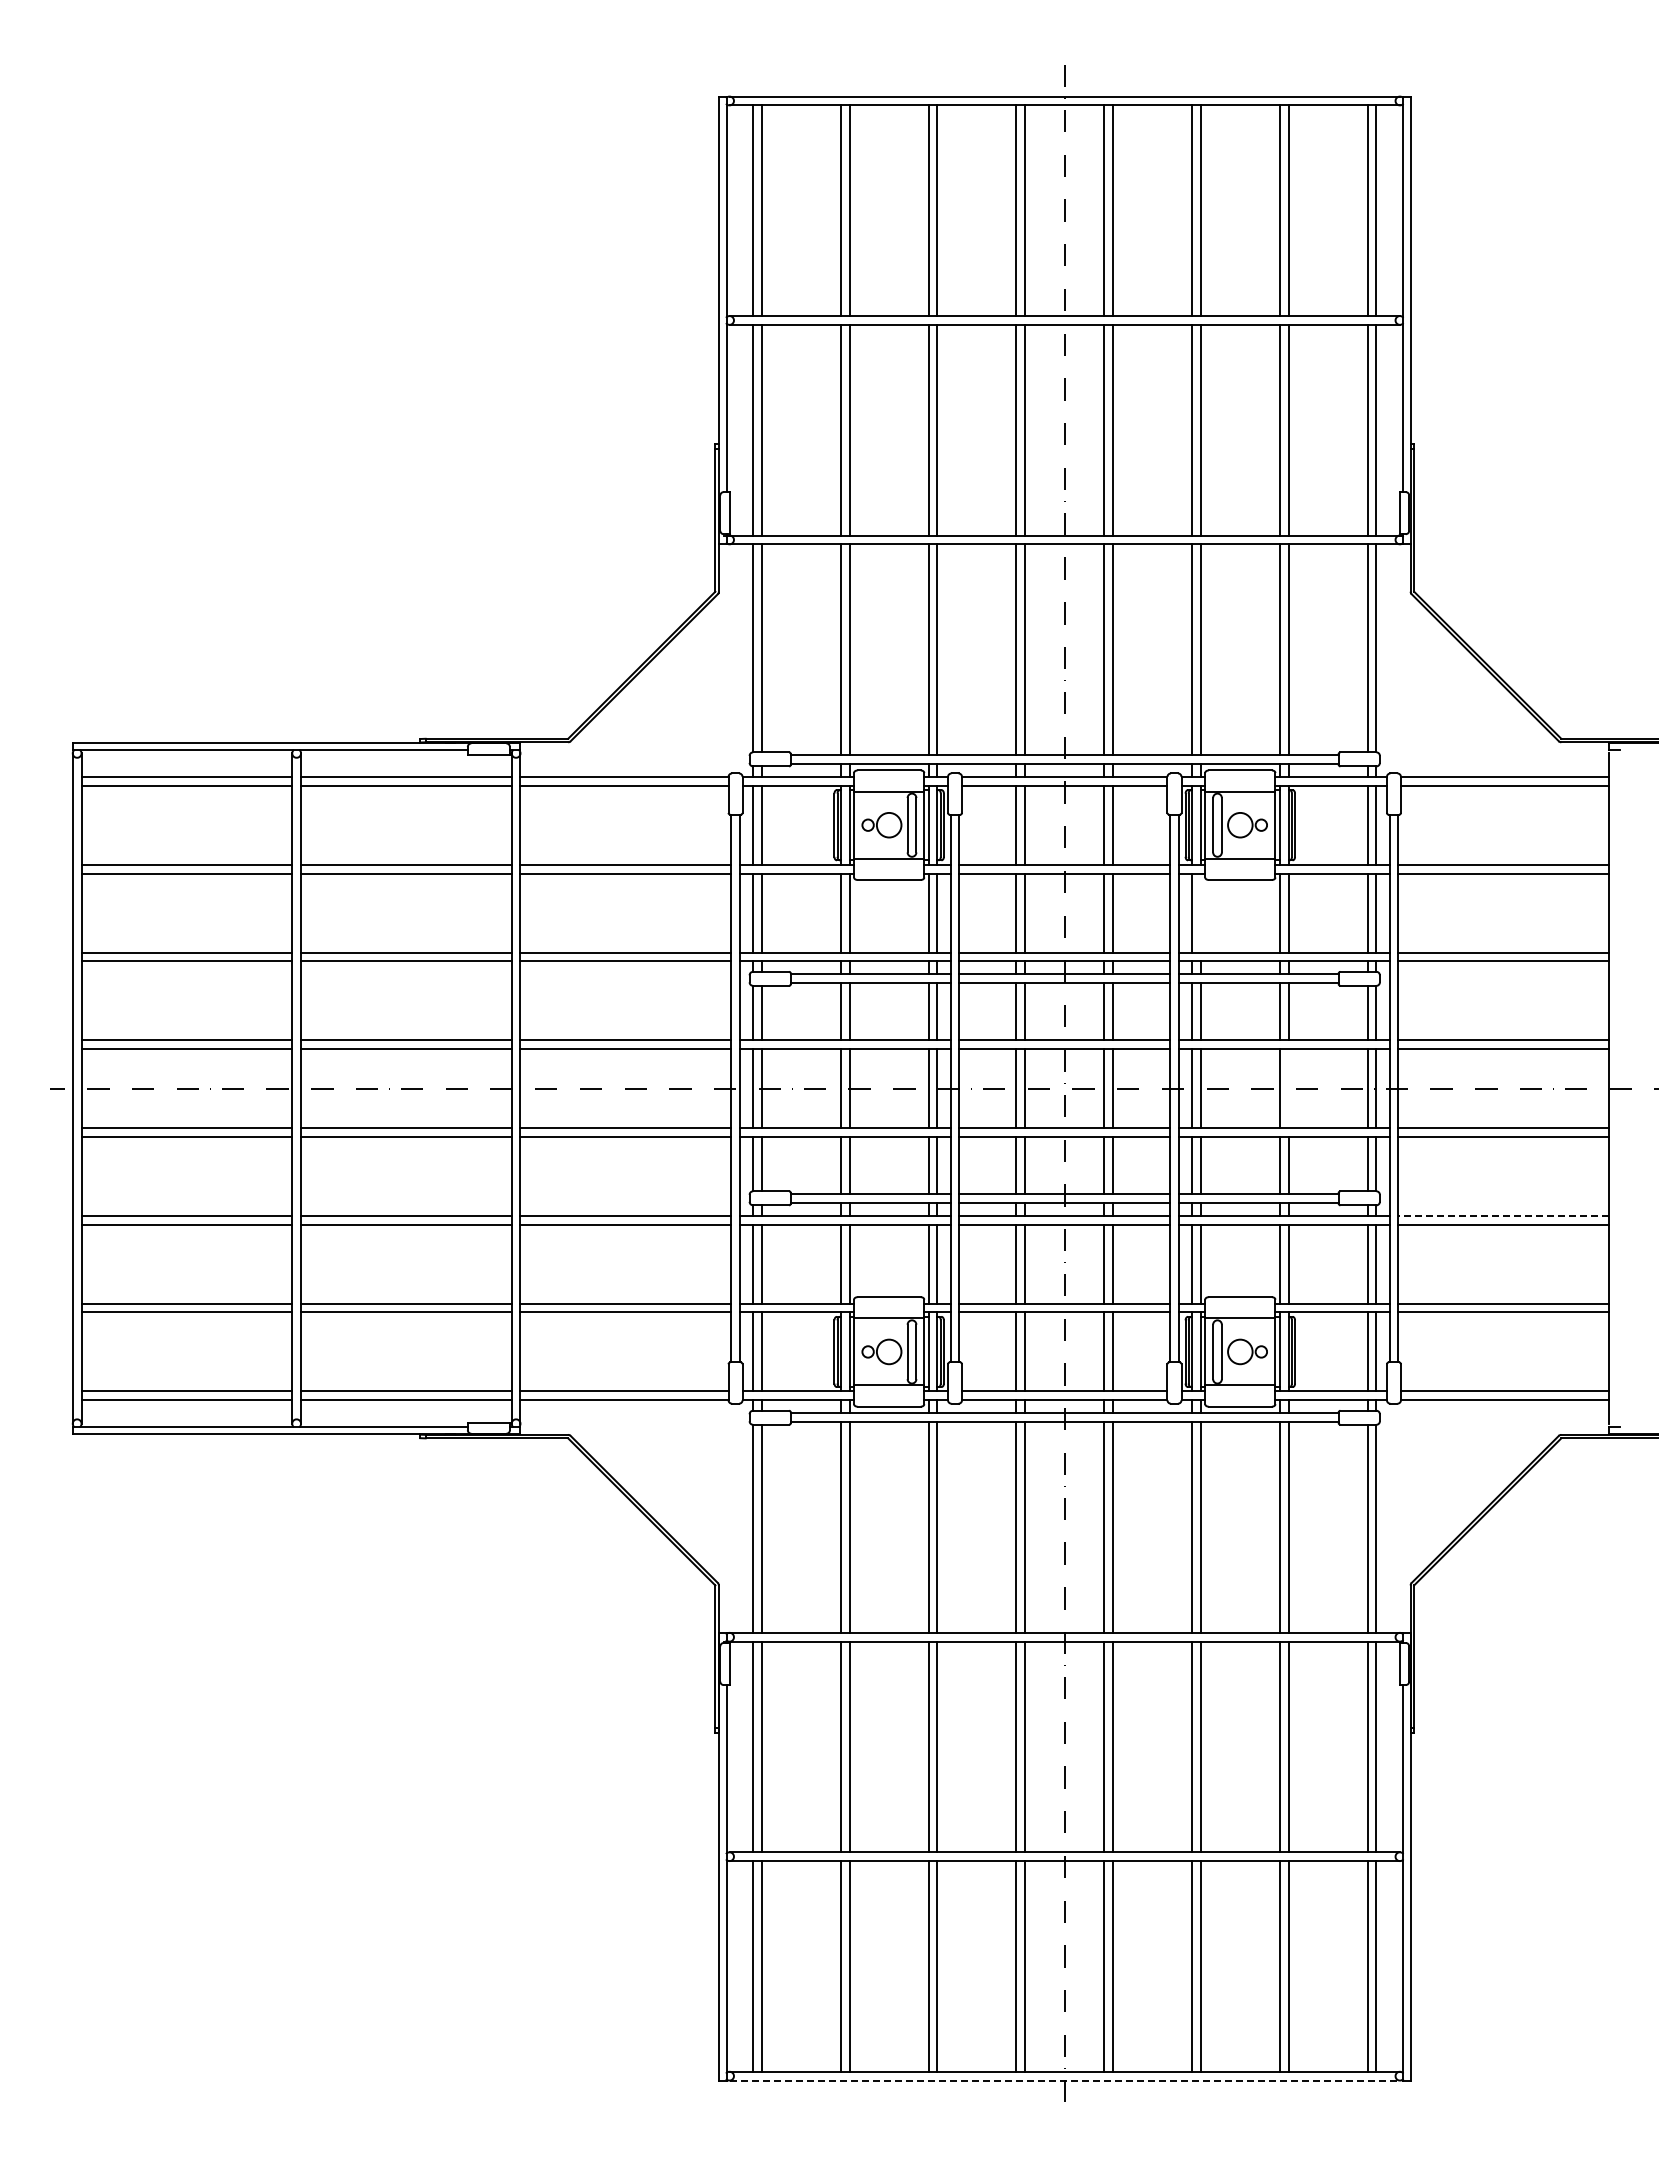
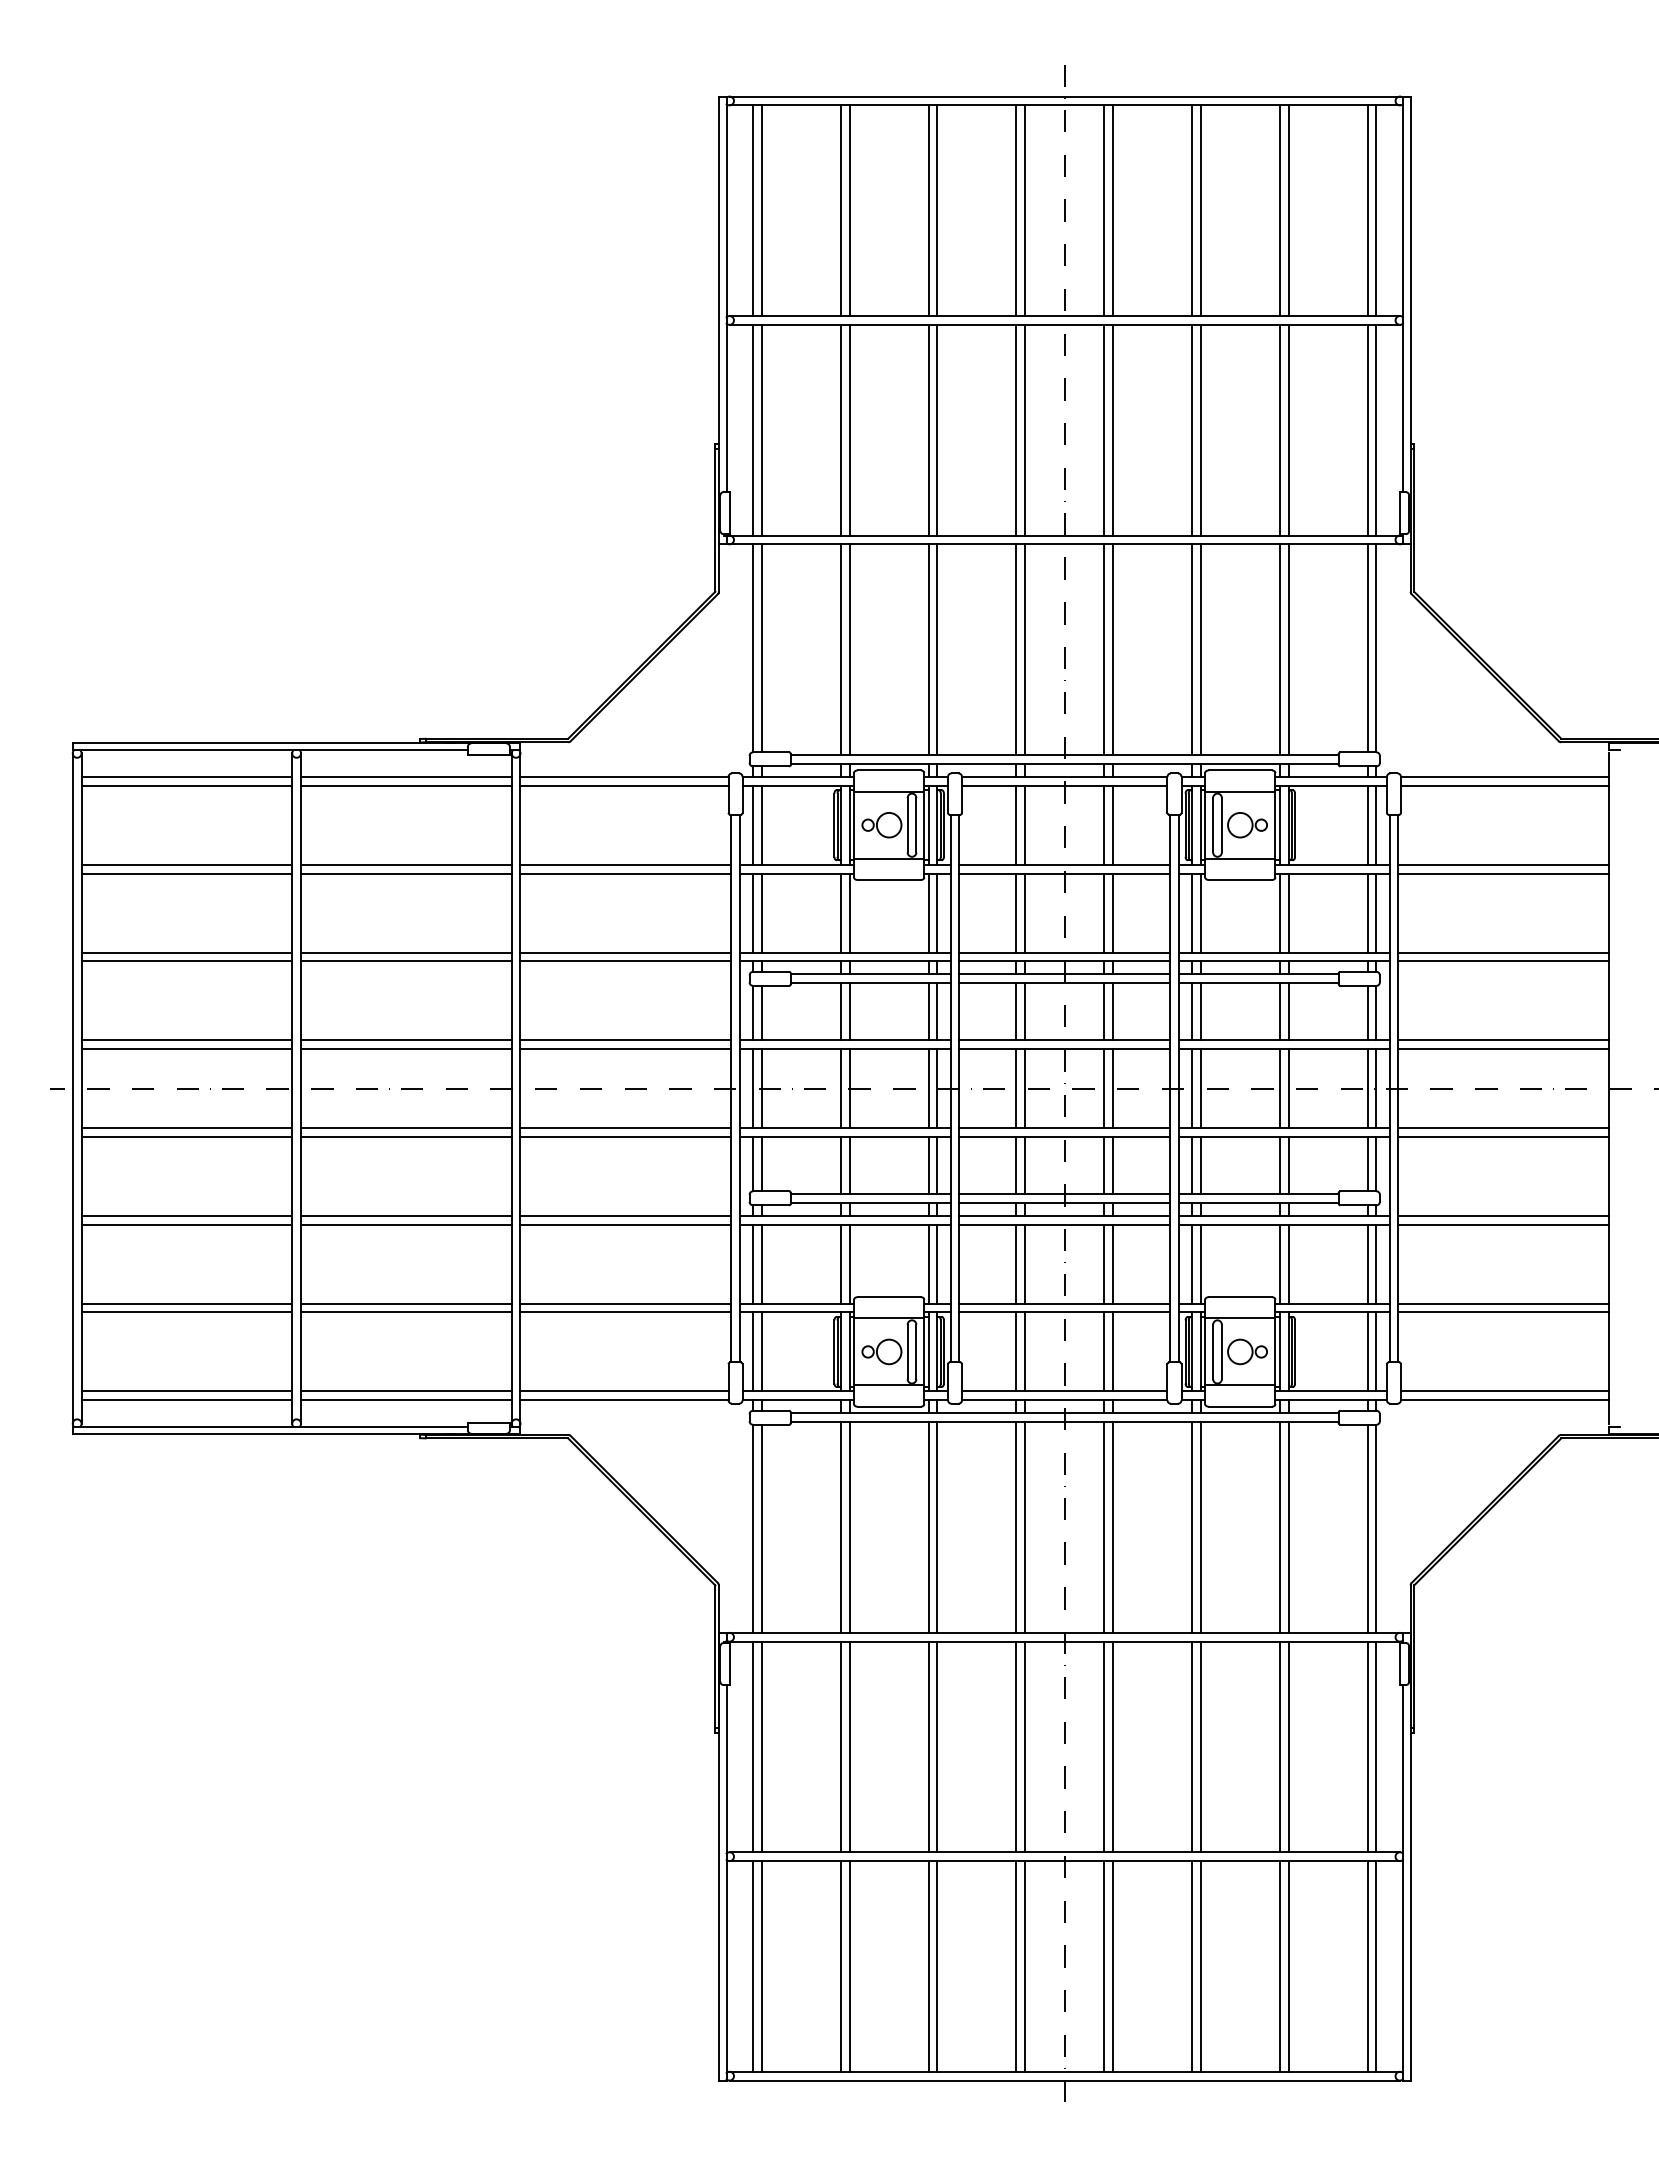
line at (1200, 912): none -> present
line at (1288, 1088): none -> present
line at (1503, 1215): dashed -> solid
line at (1065, 2080): dashed -> solid
